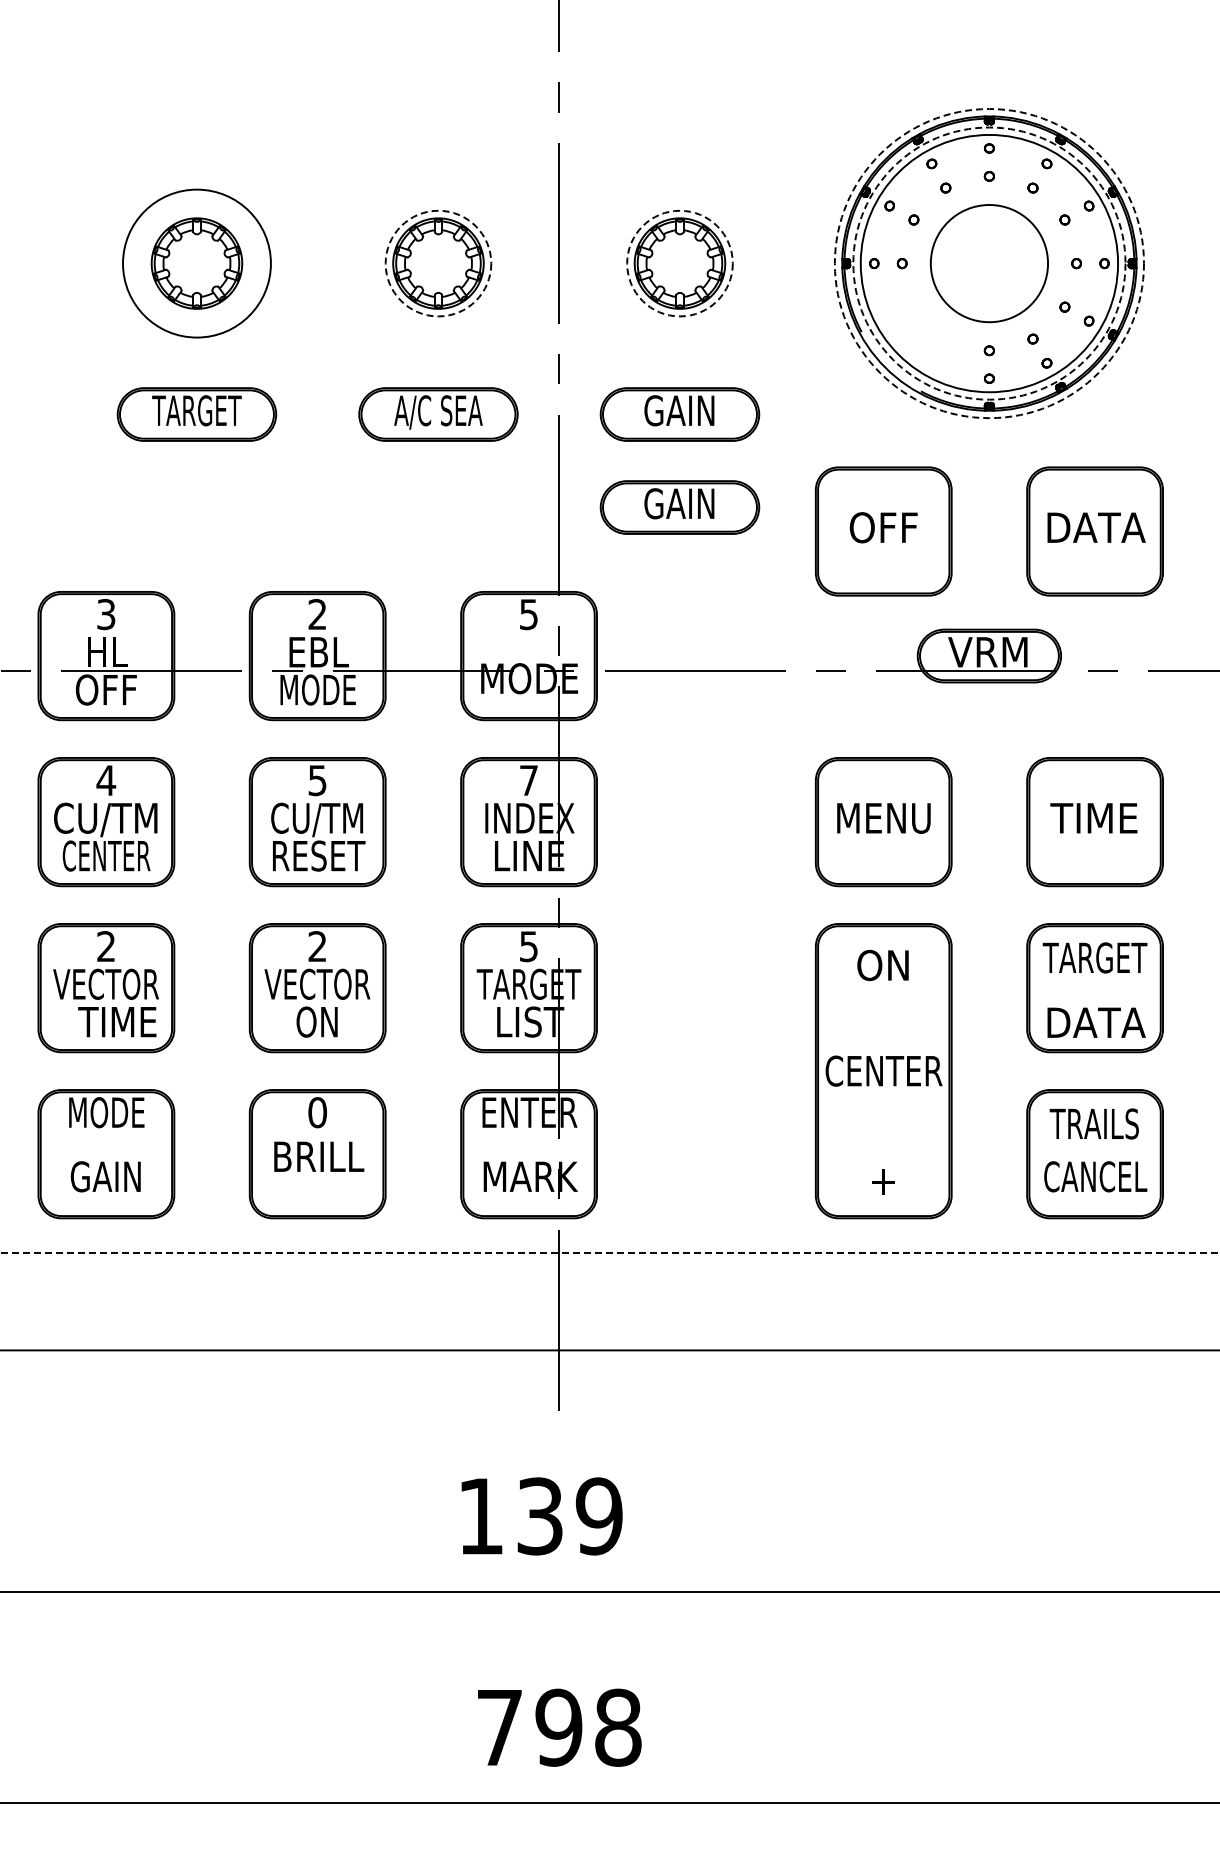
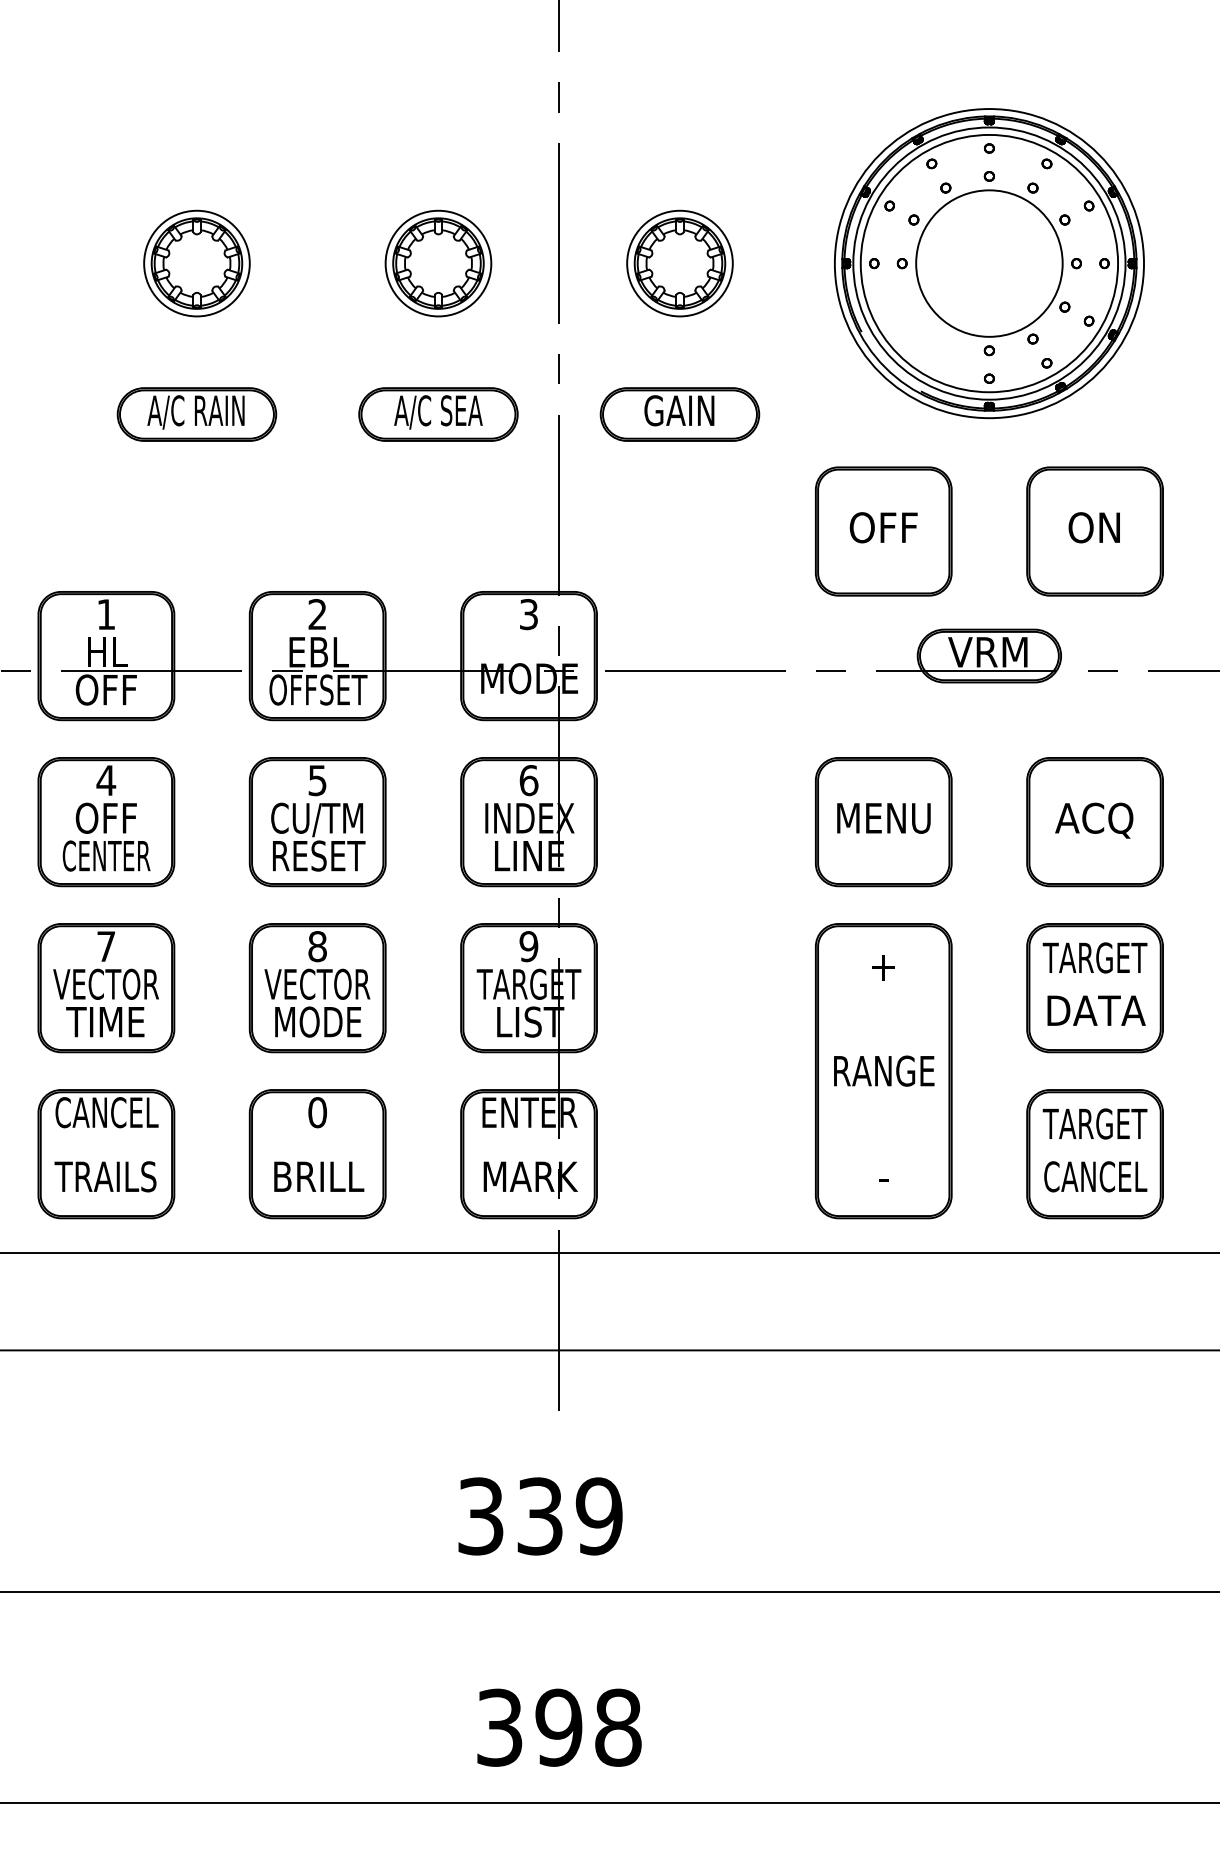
circle at (196, 263) diameter: 148 px -> 106 px
circle at (438, 263): dashed -> solid
circle at (679, 263): dashed -> solid
circle at (989, 263) diameter: 117 px -> 147 px
circle at (989, 263): dashed -> solid
circle at (989, 263): dashed -> solid
text at (195, 412): TARGET -> A/C RAIN
part at (679, 507): present -> none
text at (1096, 527): DATA -> ON
text at (106, 614): 3 -> 1
text at (528, 614): 5 -> 3
text at (318, 689): MODE -> OFFSET
text at (528, 780): 7 -> 6
text at (105, 819): CU/TM -> OFF
text at (1093, 820): TIME -> ACQ
text at (105, 946): 2 -> 7
text at (317, 946): 2 -> 8
text at (528, 946): 5 -> 9
text at (882, 965): ON -> +
text at (318, 1021): ON -> MODE
text at (117, 1022) position: (117, 1022) -> (105, 1022)
text at (1096, 1022) position: (1096, 1022) -> (1096, 1010)
text at (883, 1070): CENTER -> RANGE
text at (106, 1112): MODE -> CANCEL
text at (1094, 1123): TRAILS -> TARGET
text at (319, 1156) position: (319, 1156) -> (319, 1176)
text at (105, 1176): GAIN -> TRAILS
text at (883, 1181): + -> -
line at (610, 1252): dashed -> solid
text at (480, 1516): 139 -> 339
text at (499, 1727): 798 -> 398
